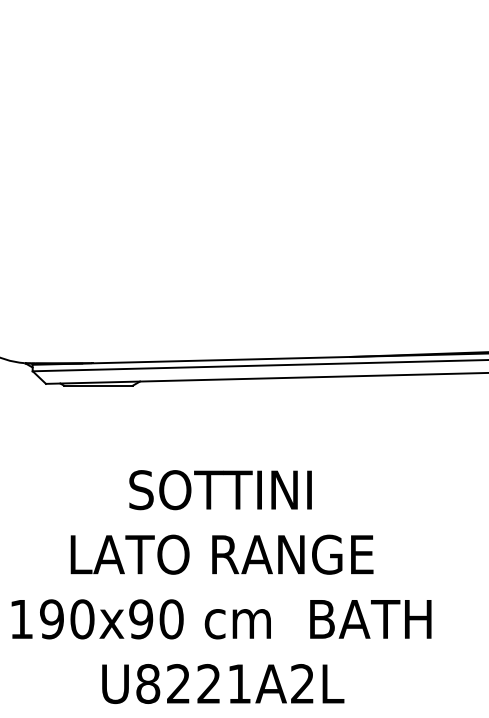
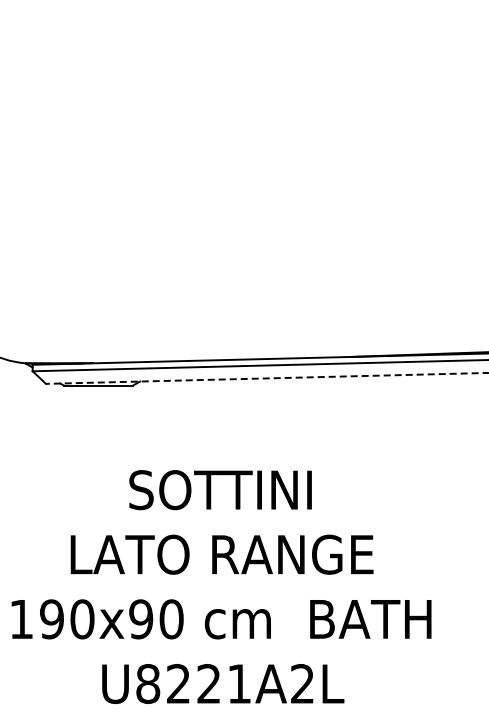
line at (266, 378): solid -> dashed
